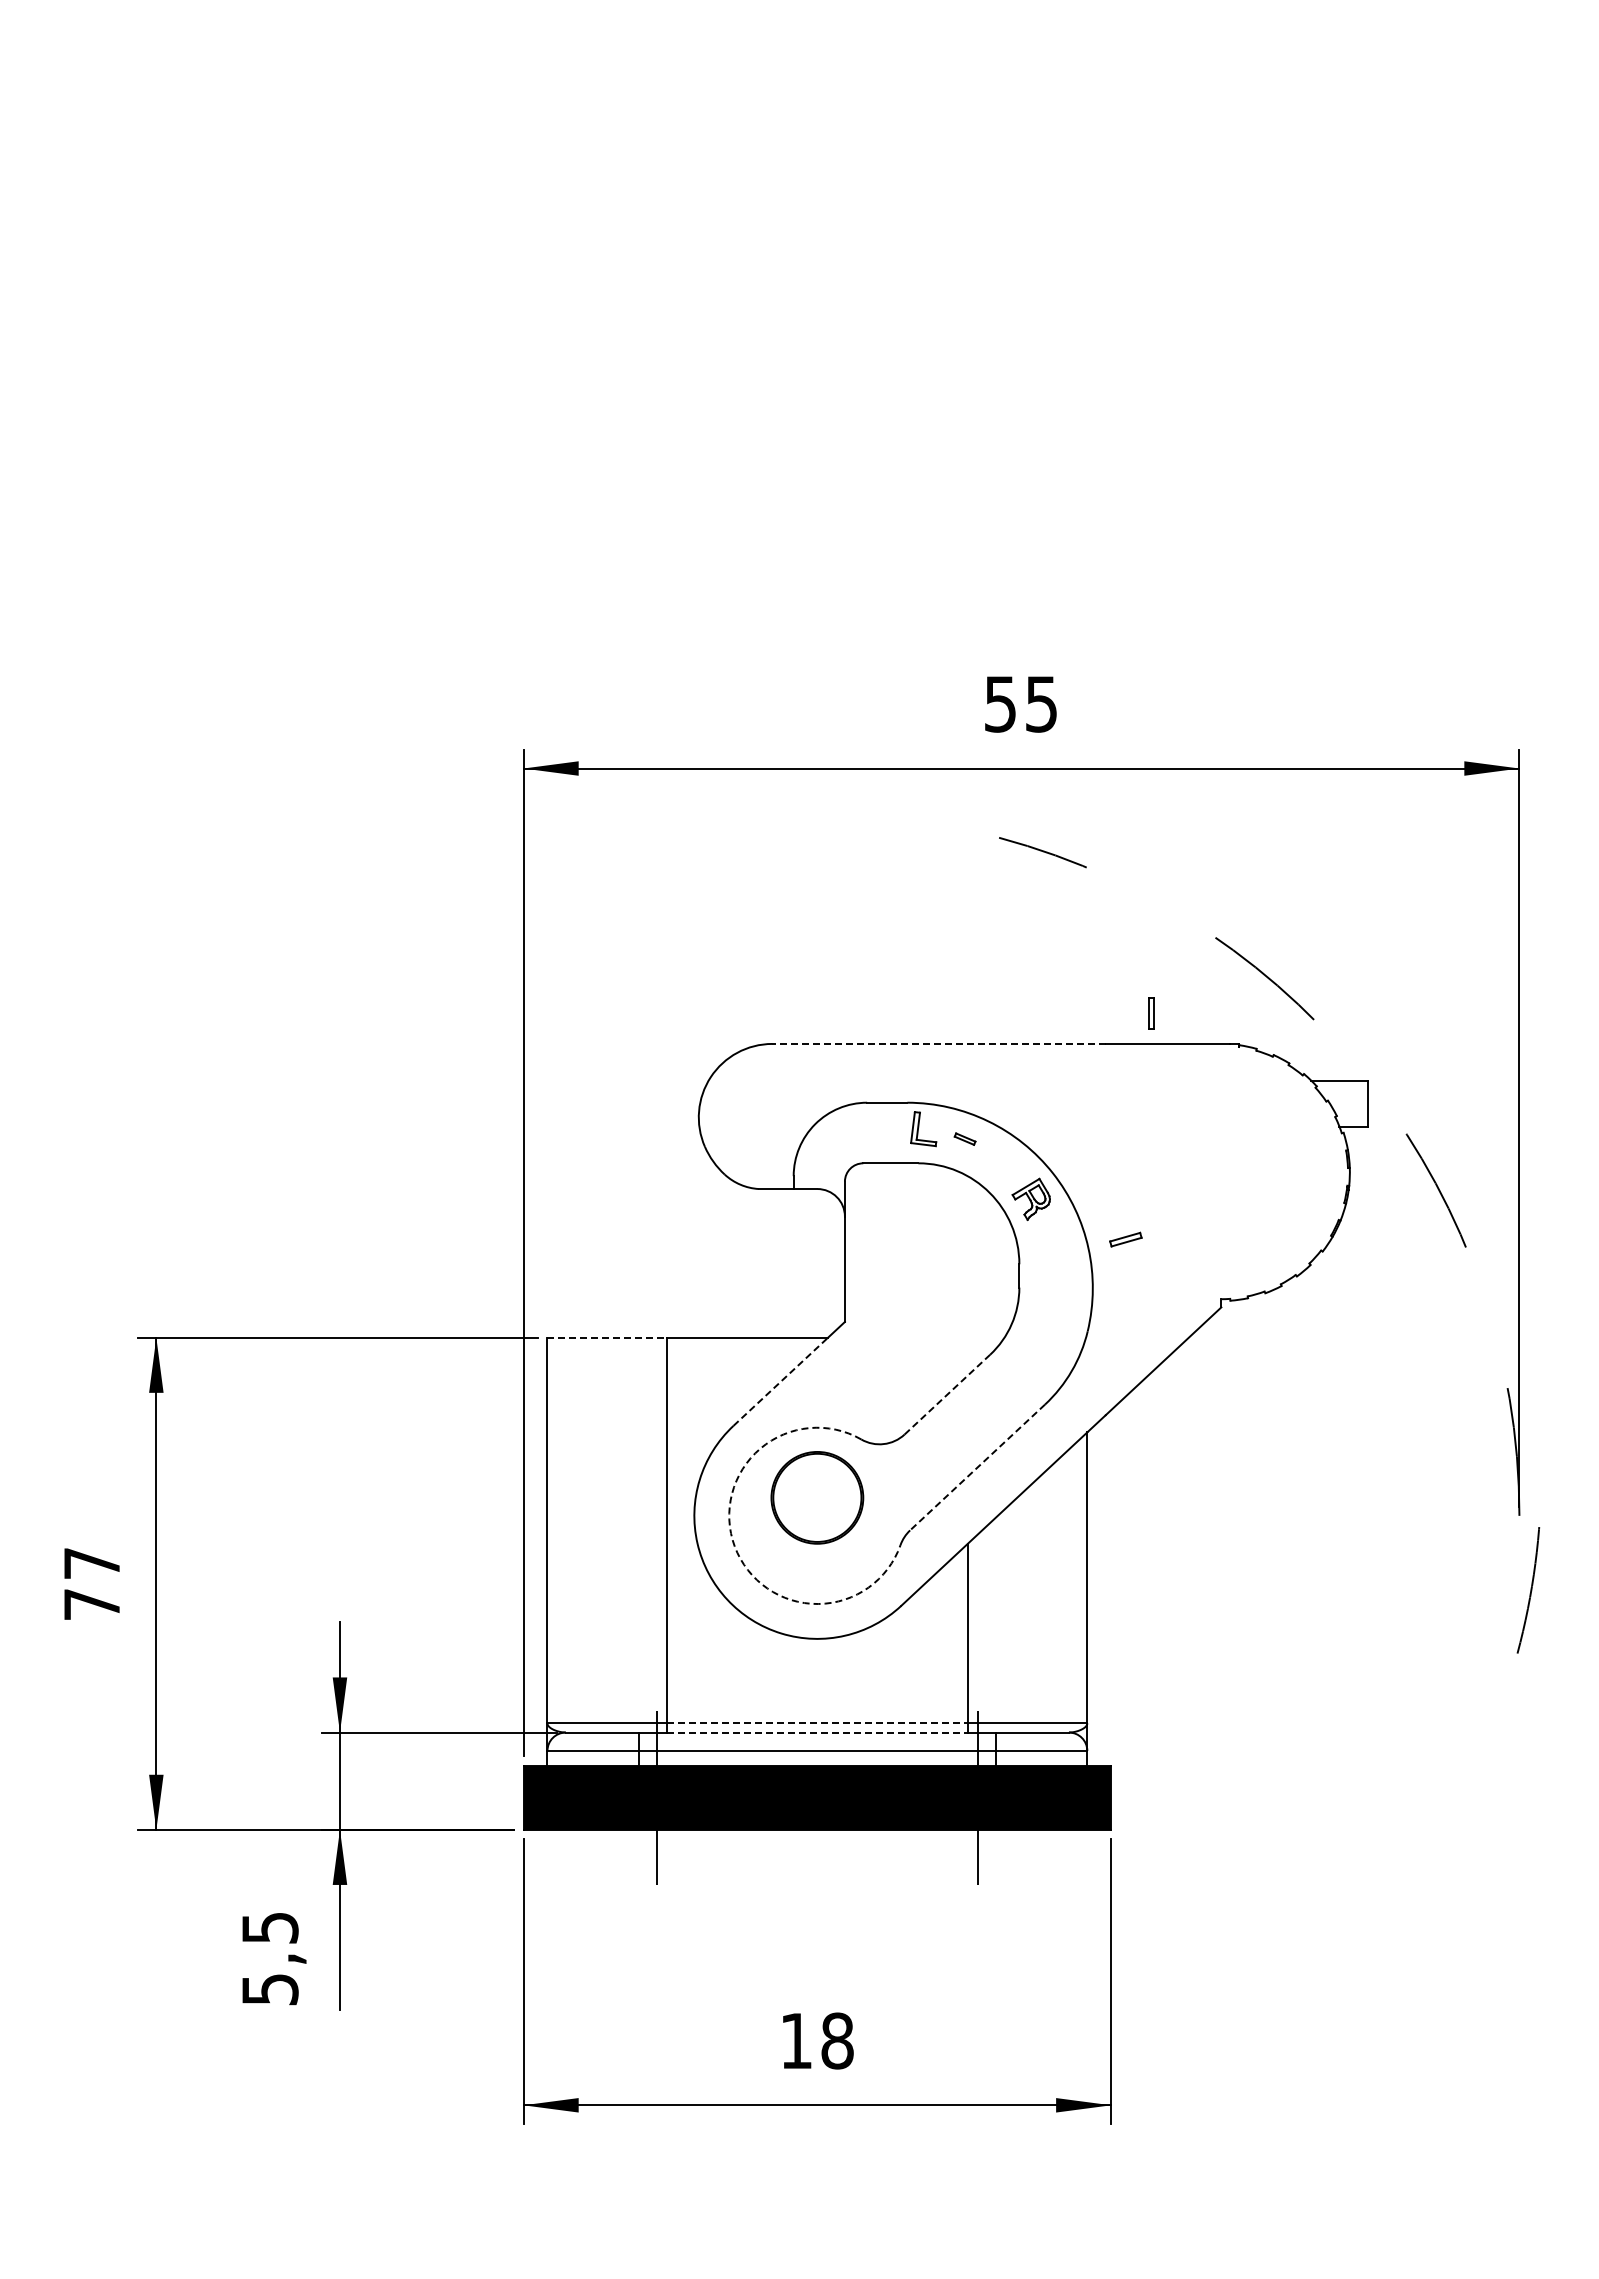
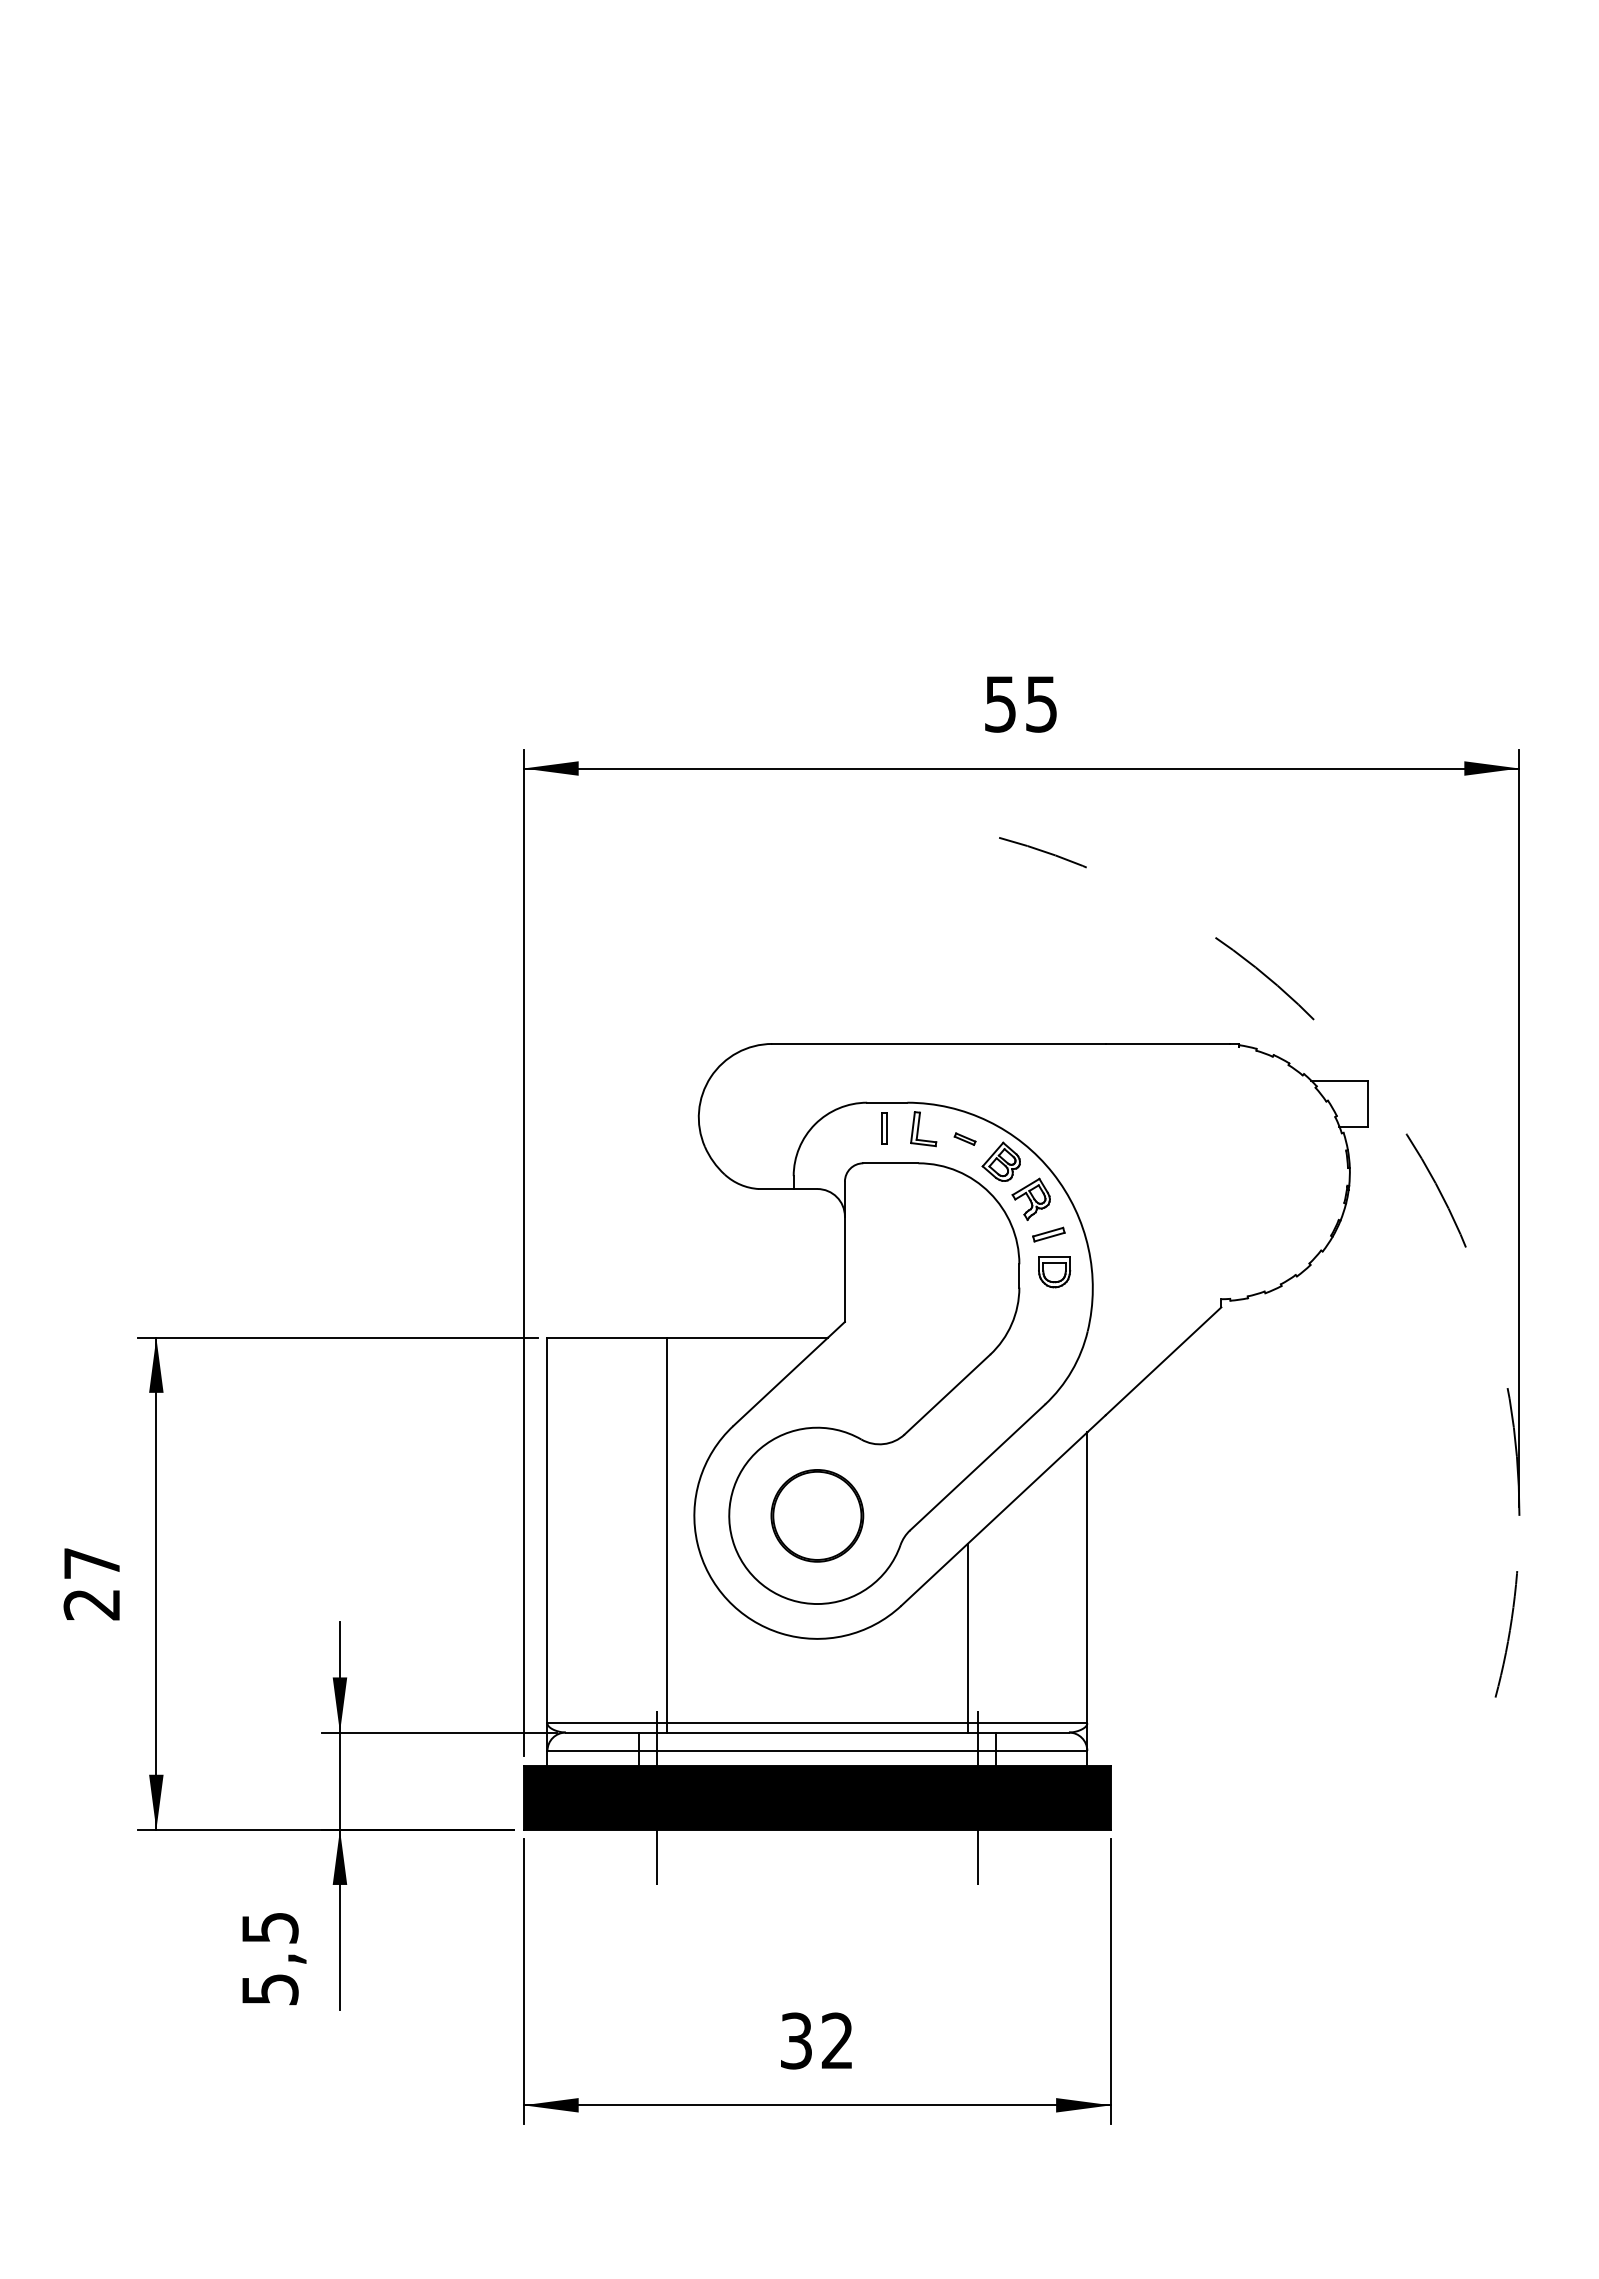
part at (1151, 1013) position: (1151, 1013) -> (884, 1128)
line at (938, 1043): dashed -> solid
part at (1000, 1161): none -> present
part at (1125, 1239) position: (1125, 1239) -> (1048, 1234)
part at (1054, 1272): none -> present
line at (607, 1337): dashed -> solid
line at (780, 1381): dashed -> solid
line at (947, 1394): dashed -> solid
line at (977, 1467): dashed -> solid
part at (817, 1497) position: (817, 1497) -> (817, 1515)
arc at (734, 1546): dashed -> solid
arc at (1530, 1590) position: (1530, 1590) -> (1508, 1634)
text at (91, 1604): 77 -> 27
line at (817, 1723): dashed -> solid
line at (817, 1732): dashed -> solid
text at (817, 2040): 18 -> 32
